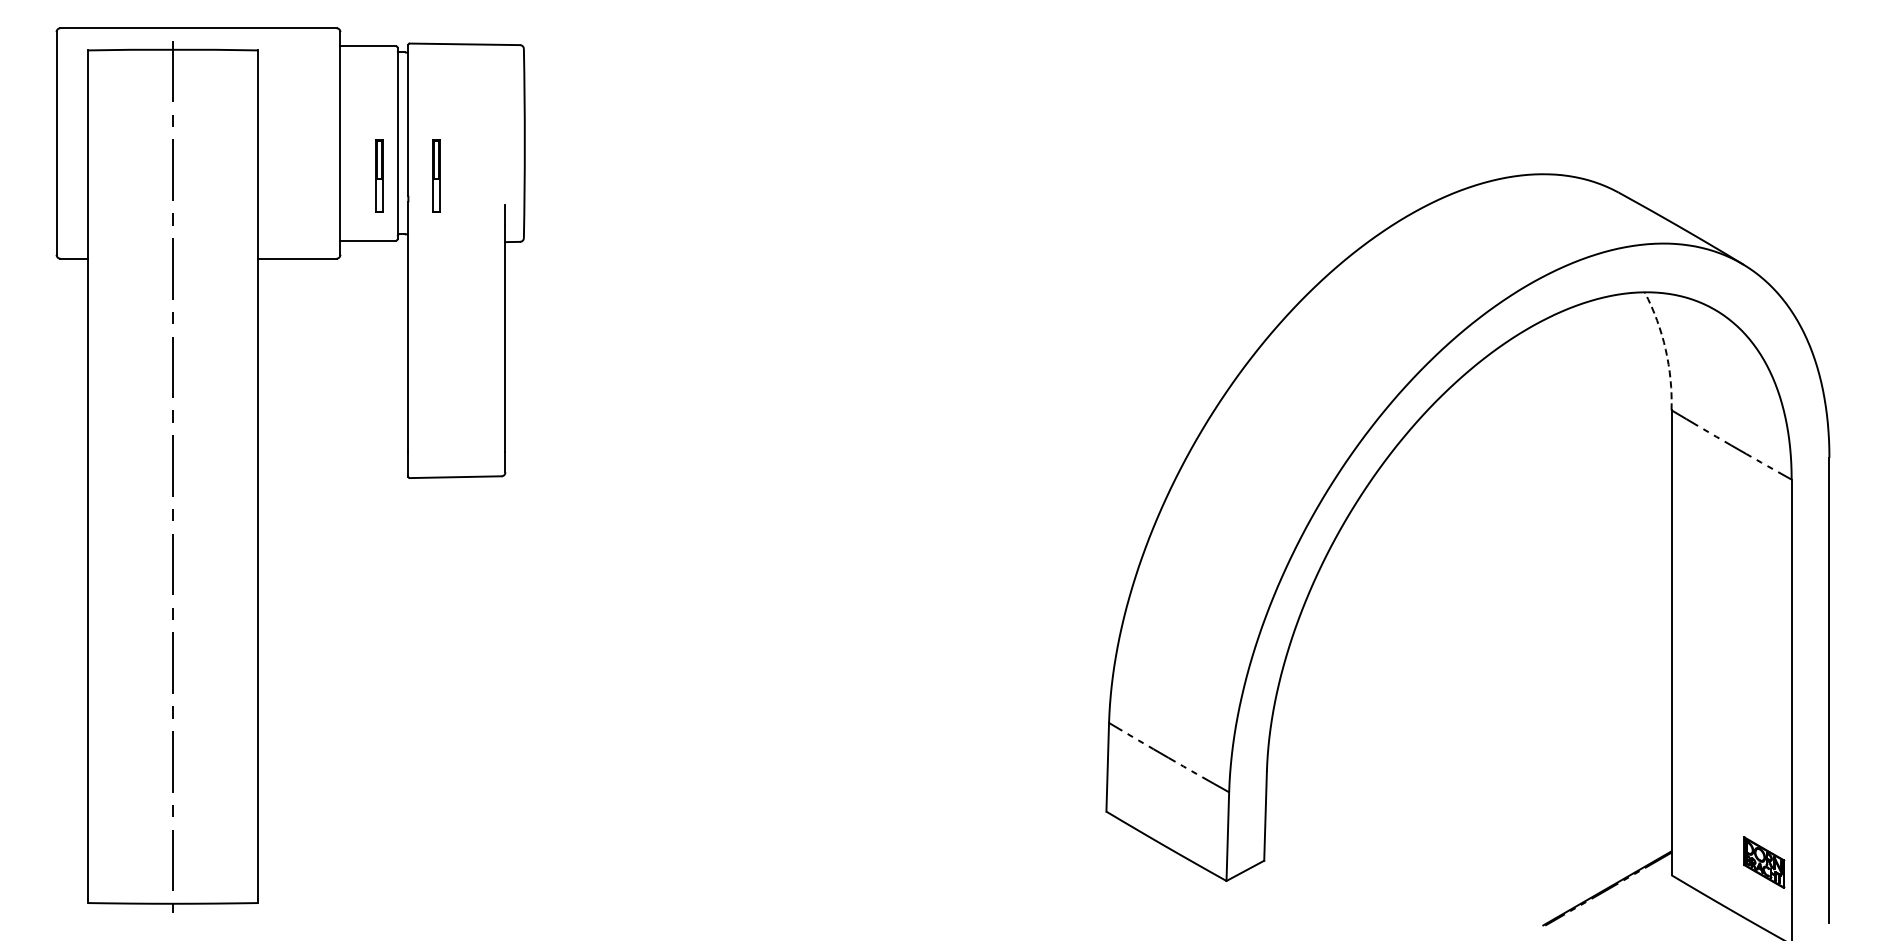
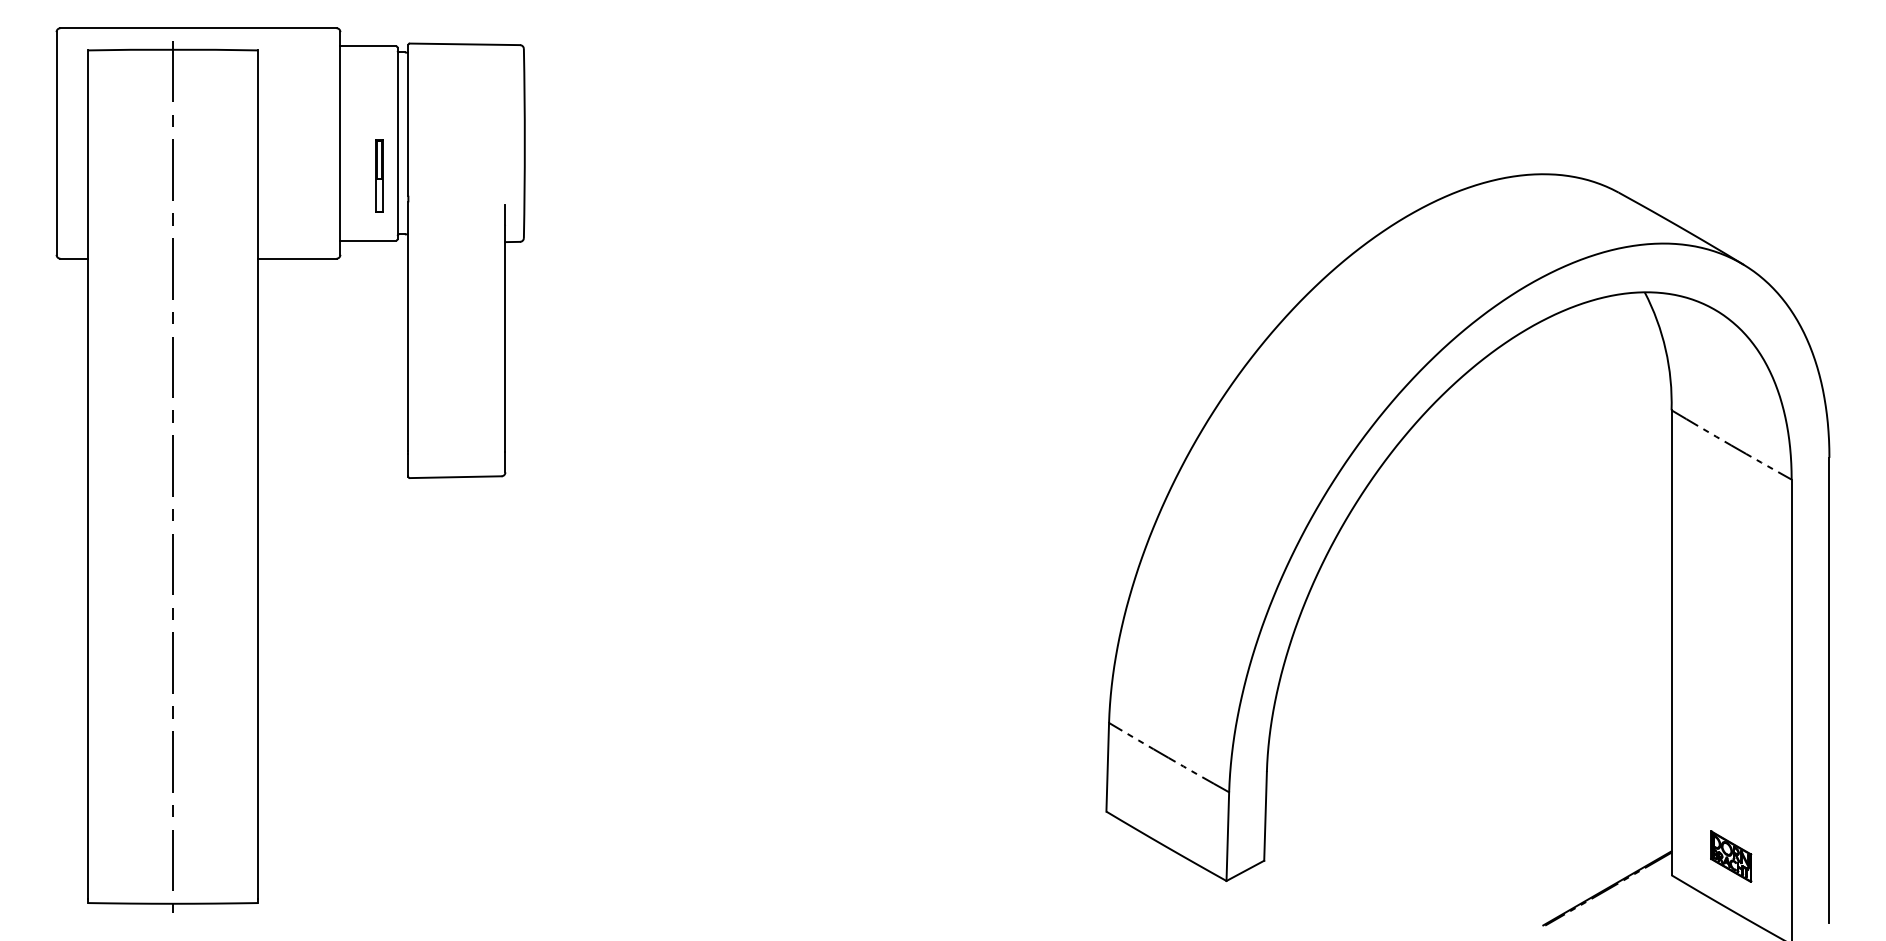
part at (436, 175): present -> none
arc at (1665, 349): dashed -> solid
part at (1764, 862) position: (1764, 862) -> (1731, 856)
